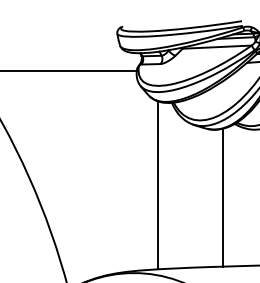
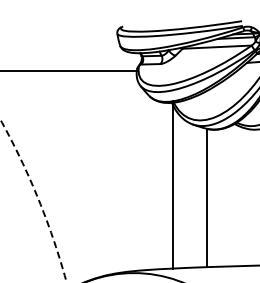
line at (158, 185) position: (158, 185) -> (173, 185)
line at (223, 197) position: (223, 197) -> (207, 197)
arc at (38, 199): solid -> dashed
